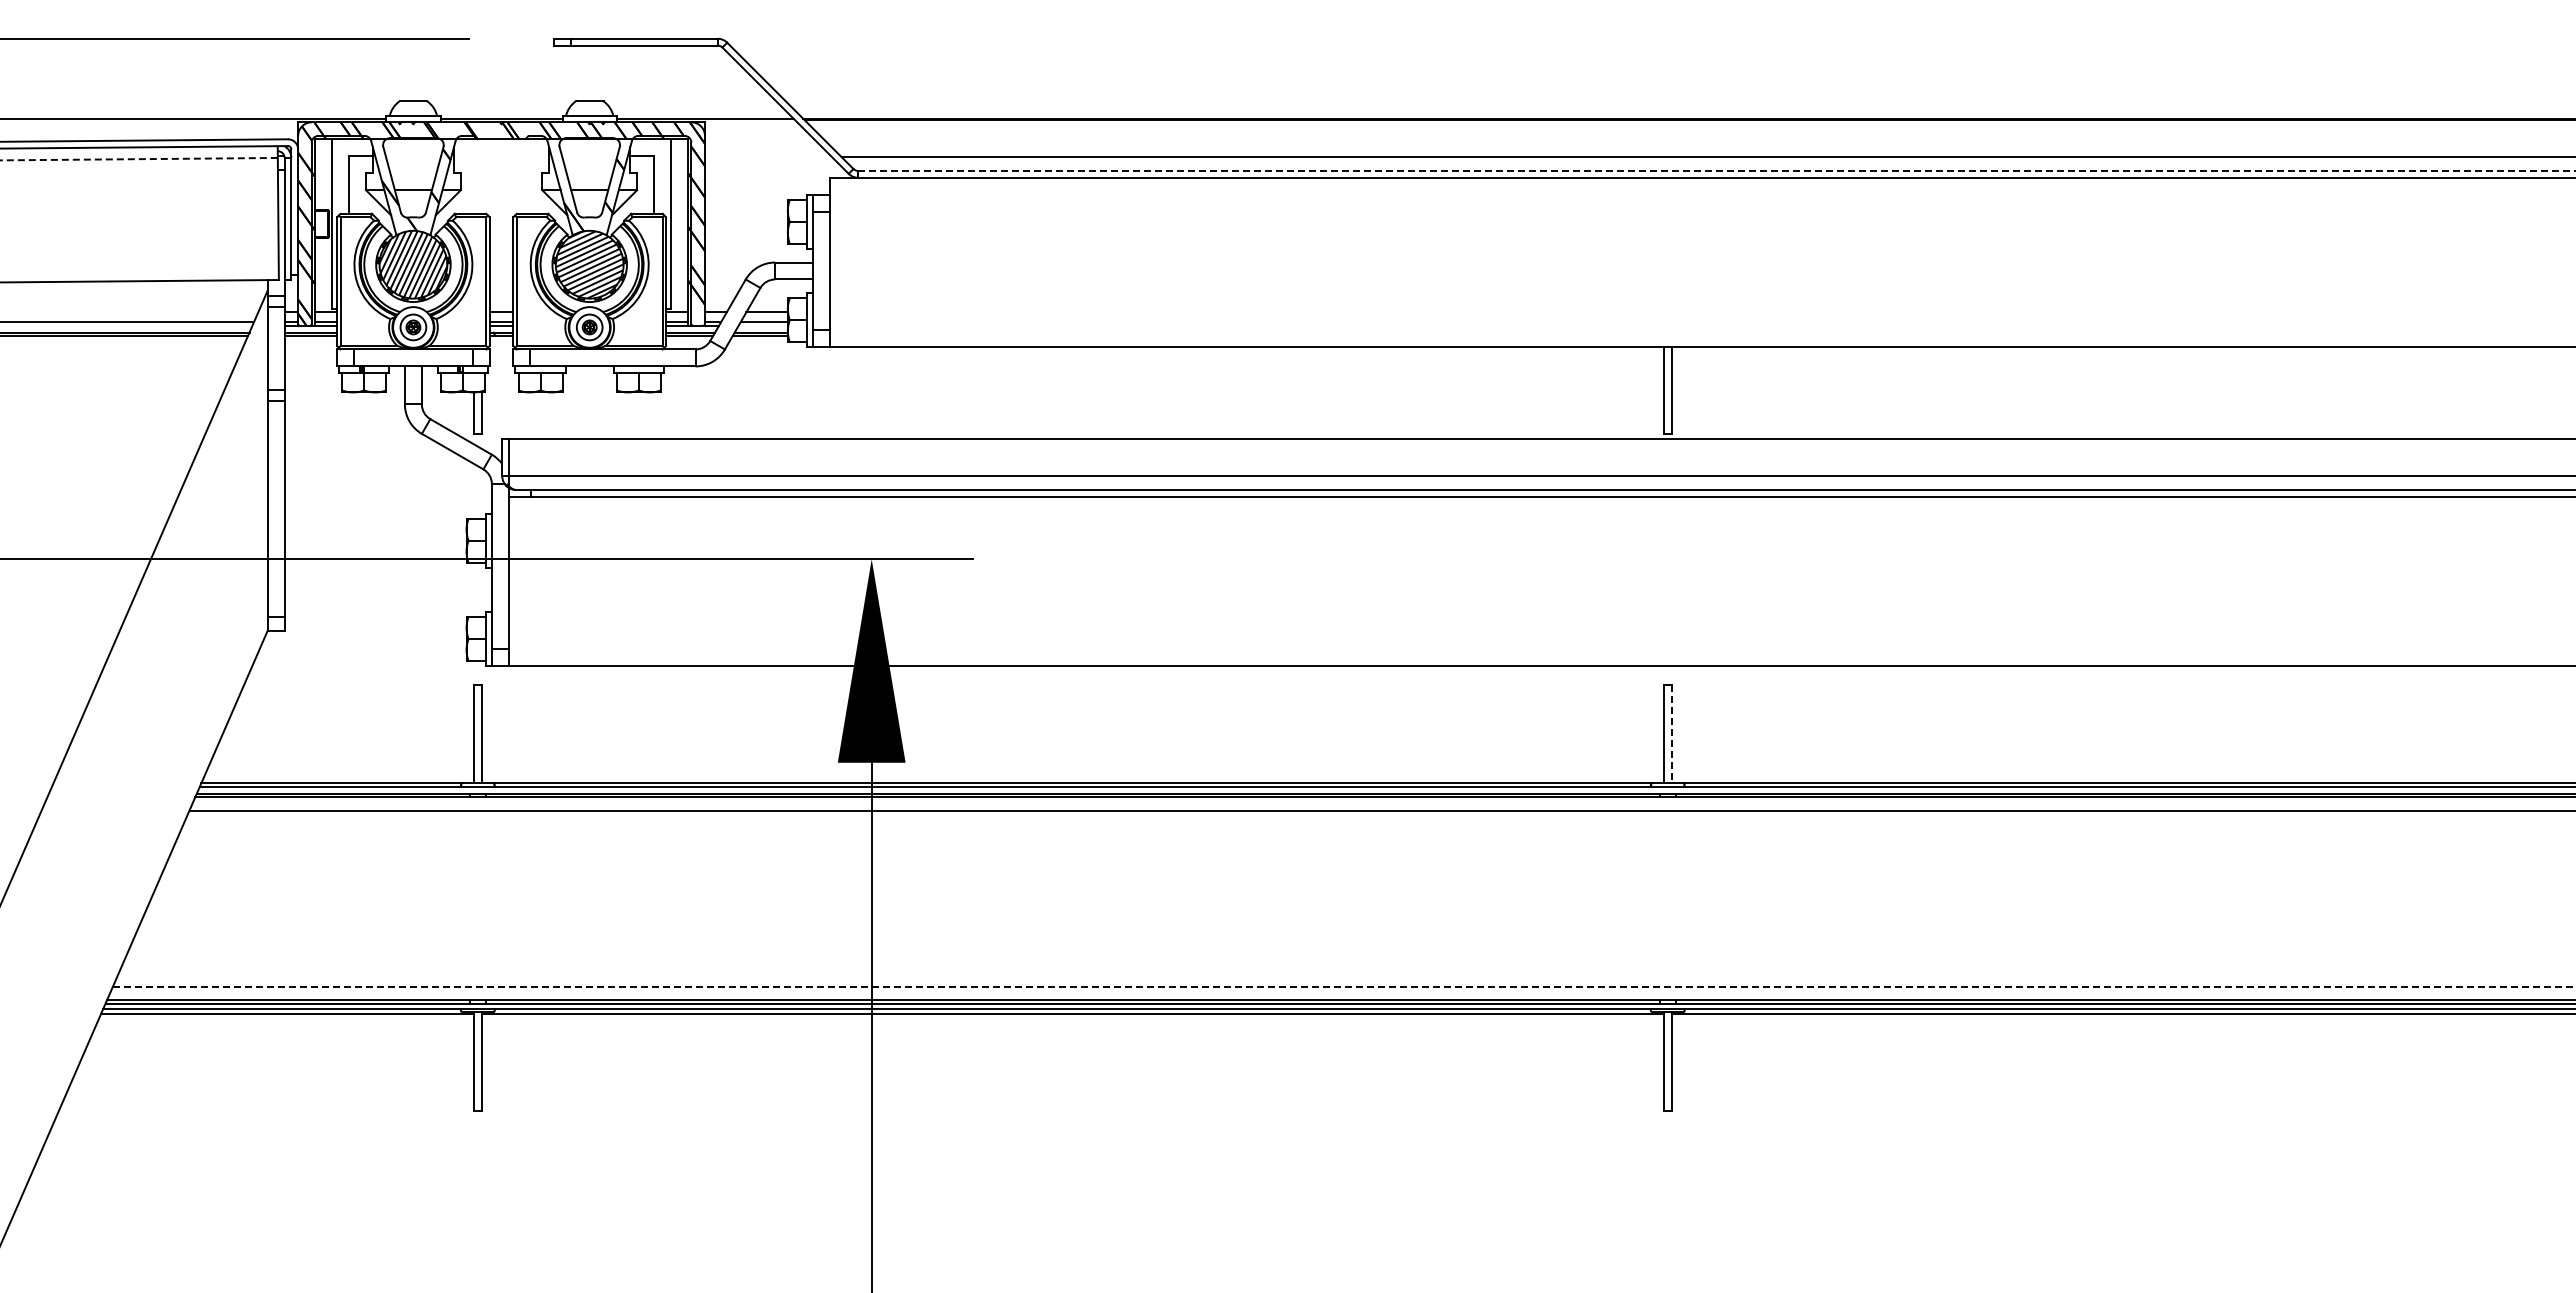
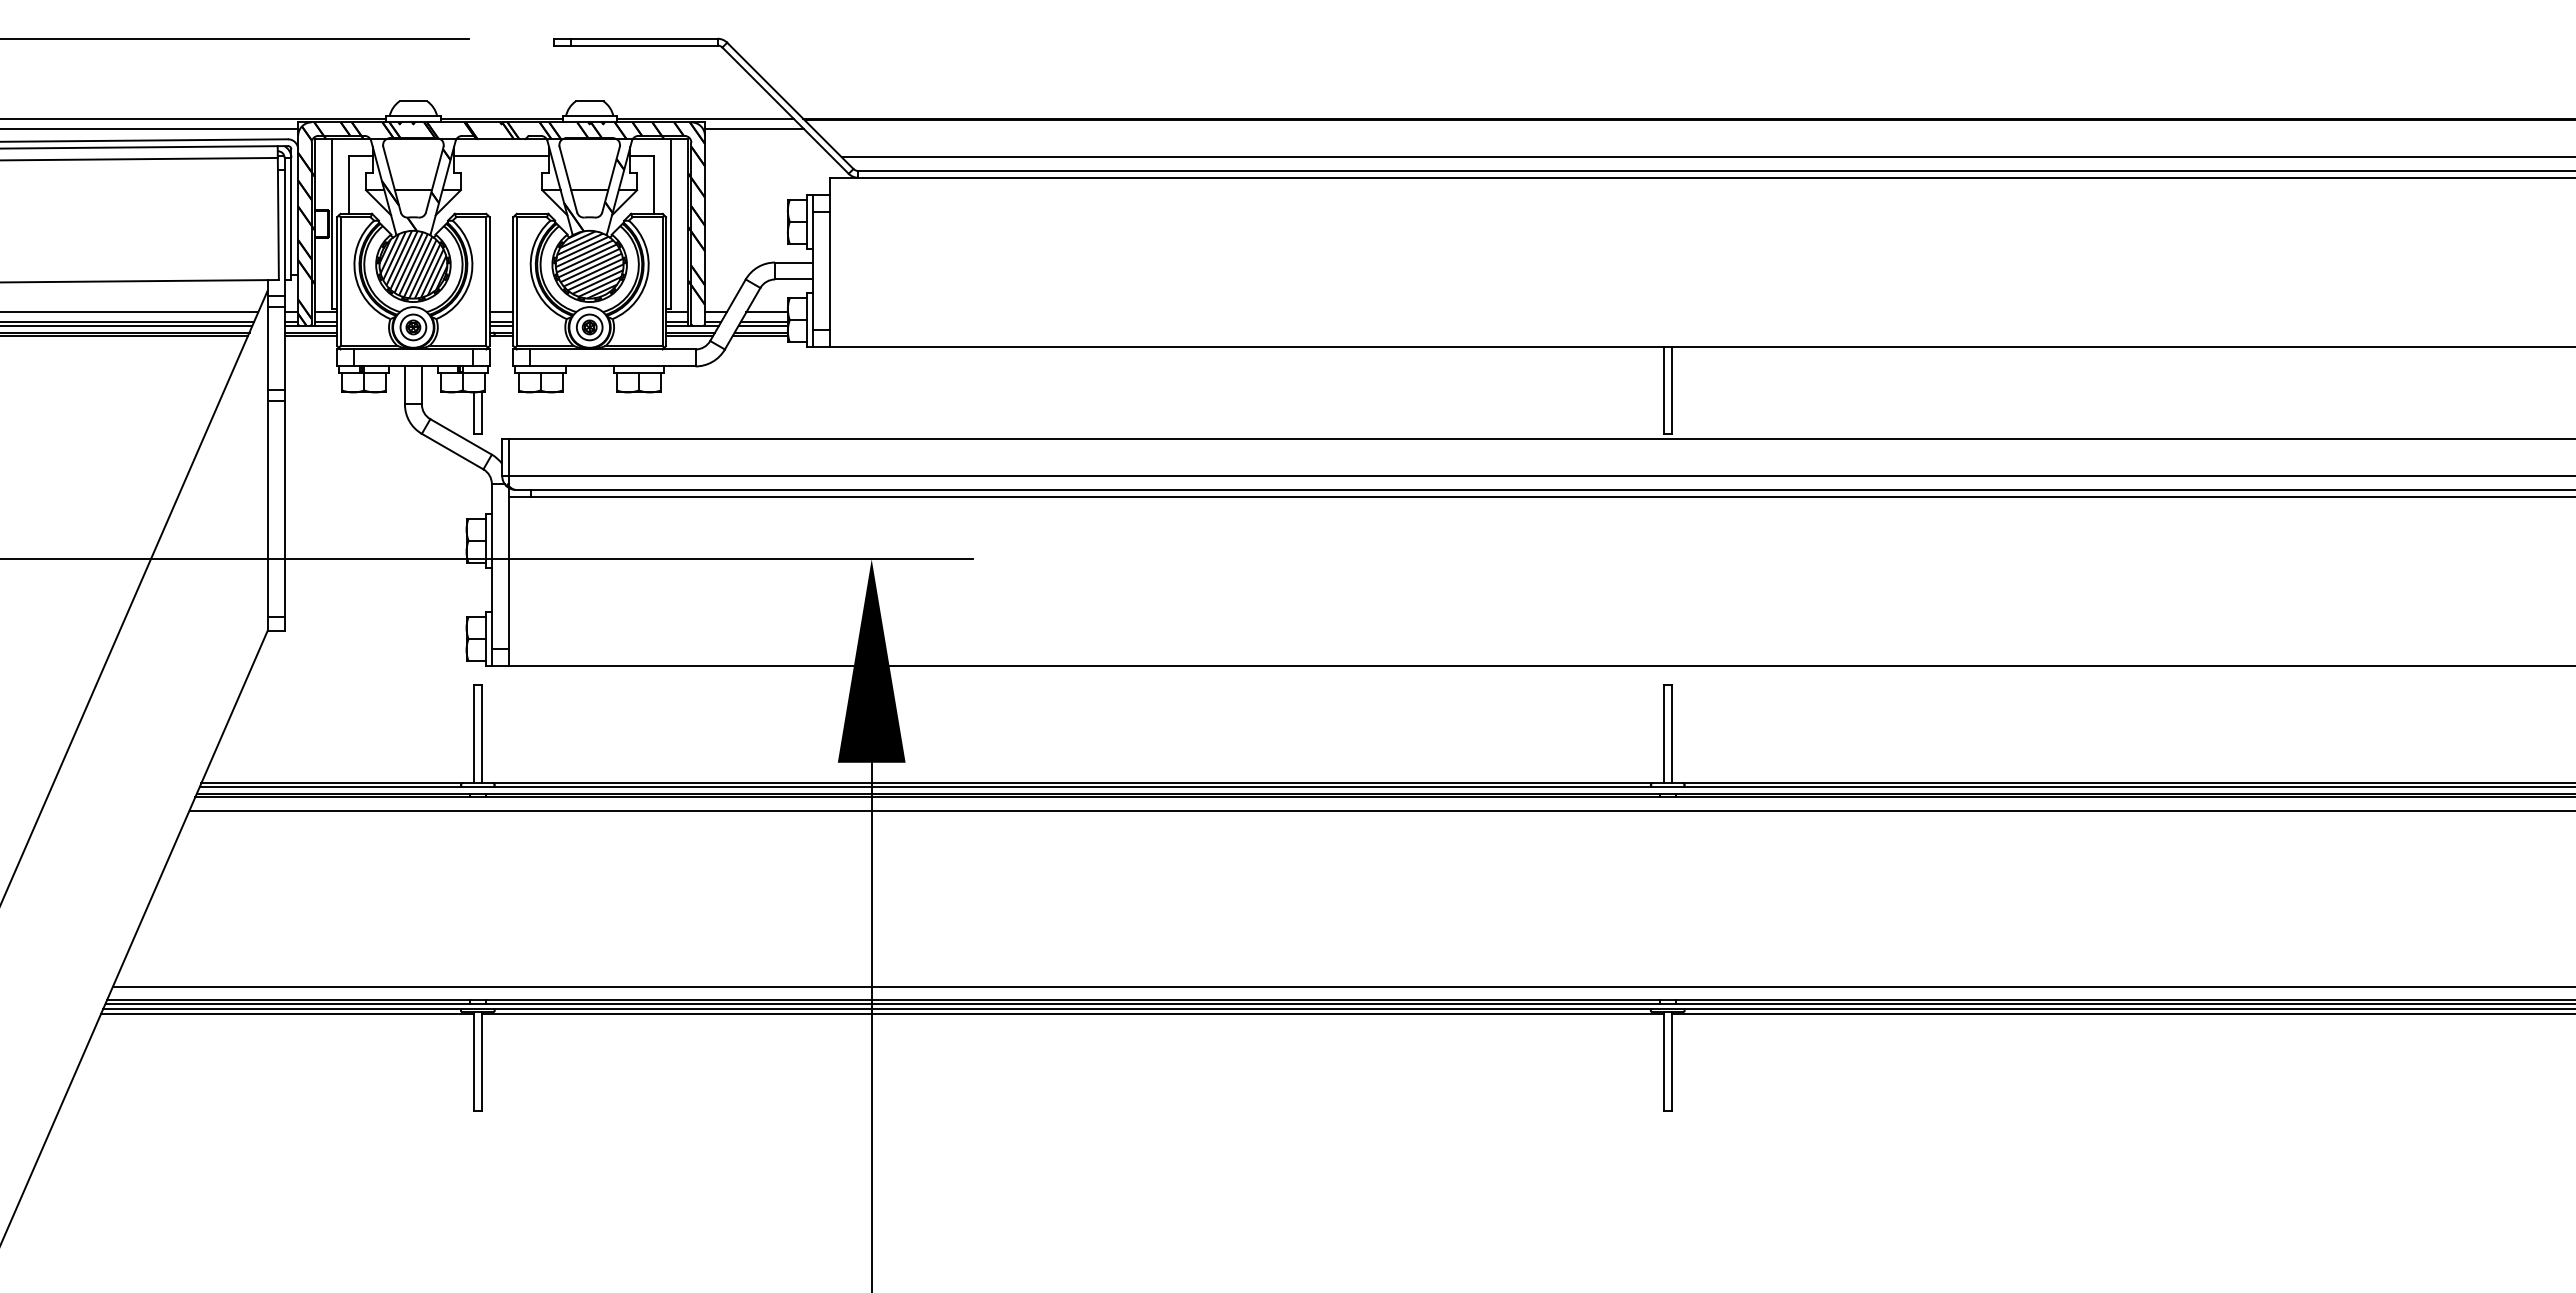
line at (150, 129): none -> present
line at (754, 129): none -> present
line at (501, 156): none -> present
line at (138, 159): dashed -> solid
line at (1717, 171): dashed -> solid
line at (130, 312): none -> present
line at (127, 325): none -> present
line at (762, 325): none -> present
line at (1671, 734): dashed -> solid
line at (1343, 986): dashed -> solid
